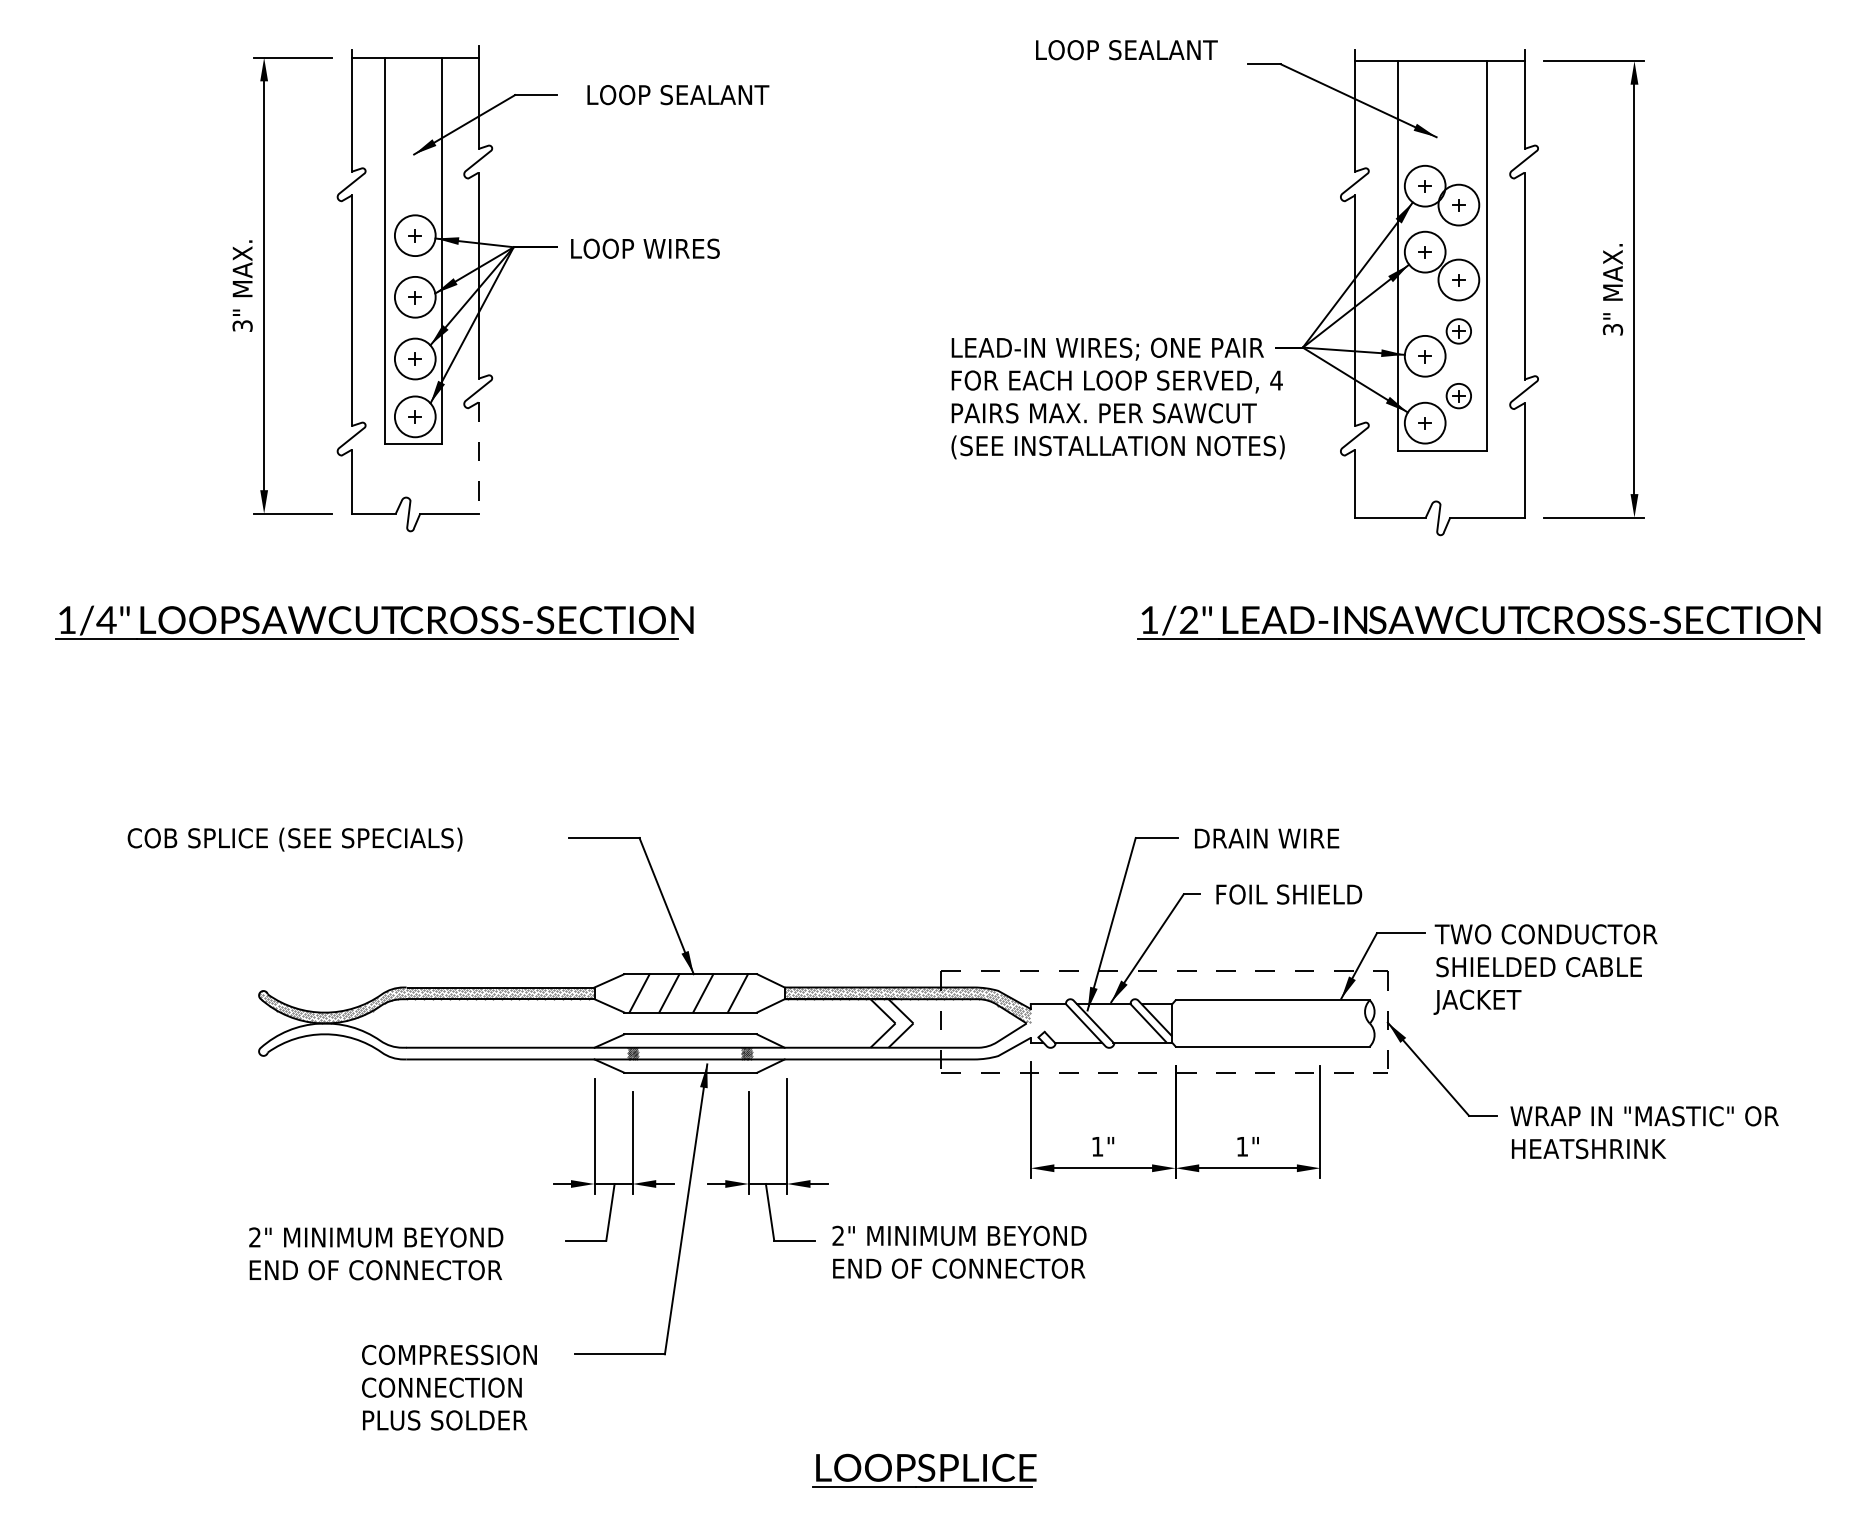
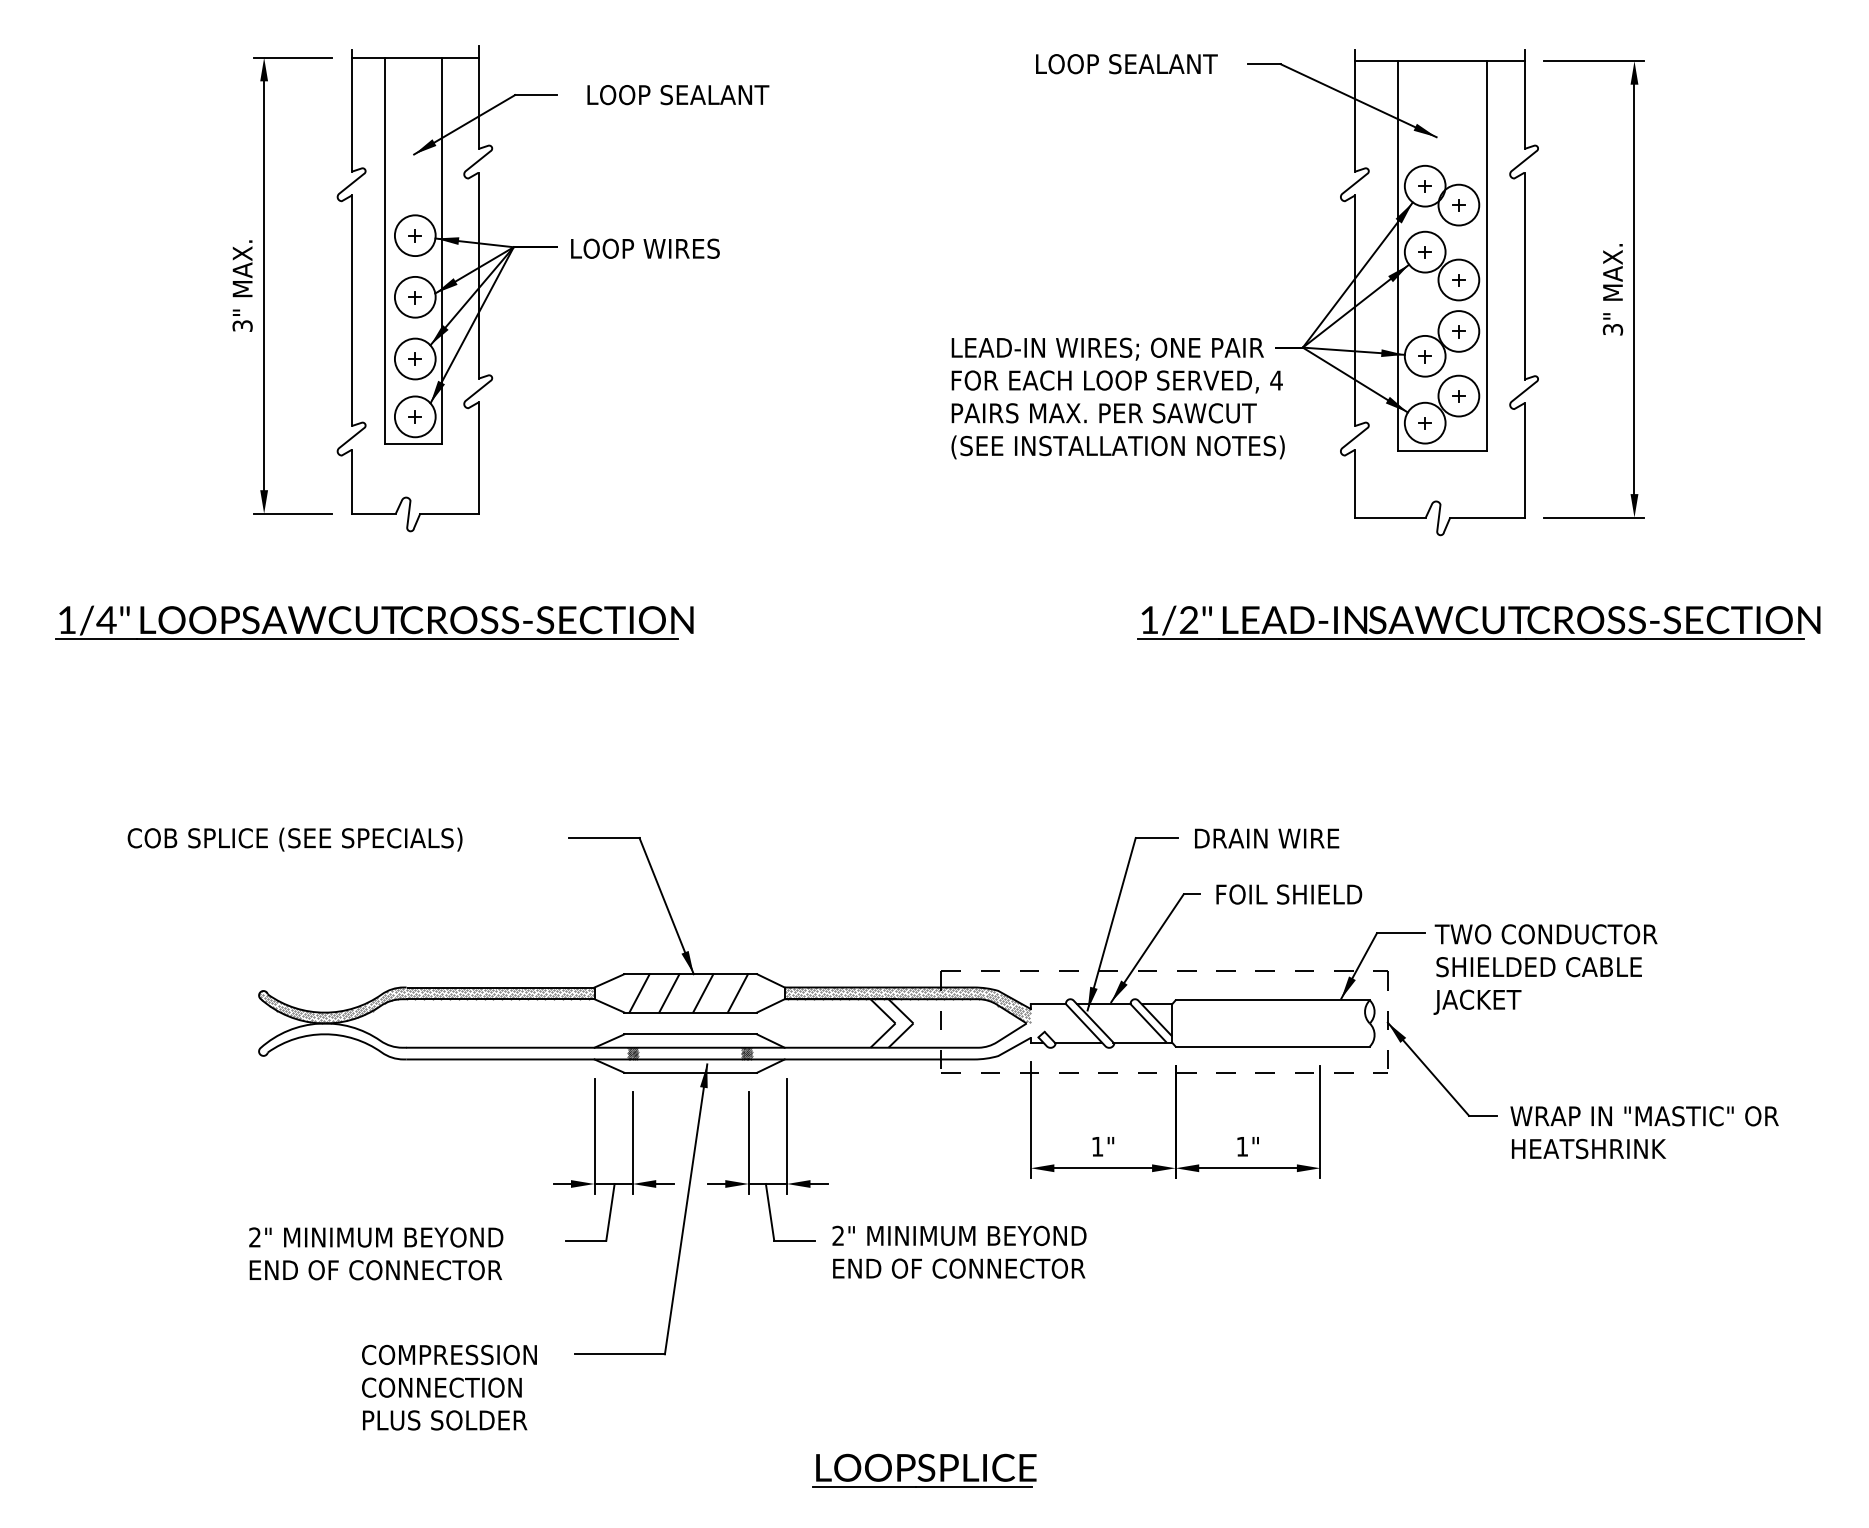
text at (1126, 50) position: (1126, 50) -> (1126, 64)
circle at (1458, 331) diameter: 24 px -> 41 px
circle at (1458, 395) diameter: 24 px -> 41 px
line at (478, 458): dashed -> solid
